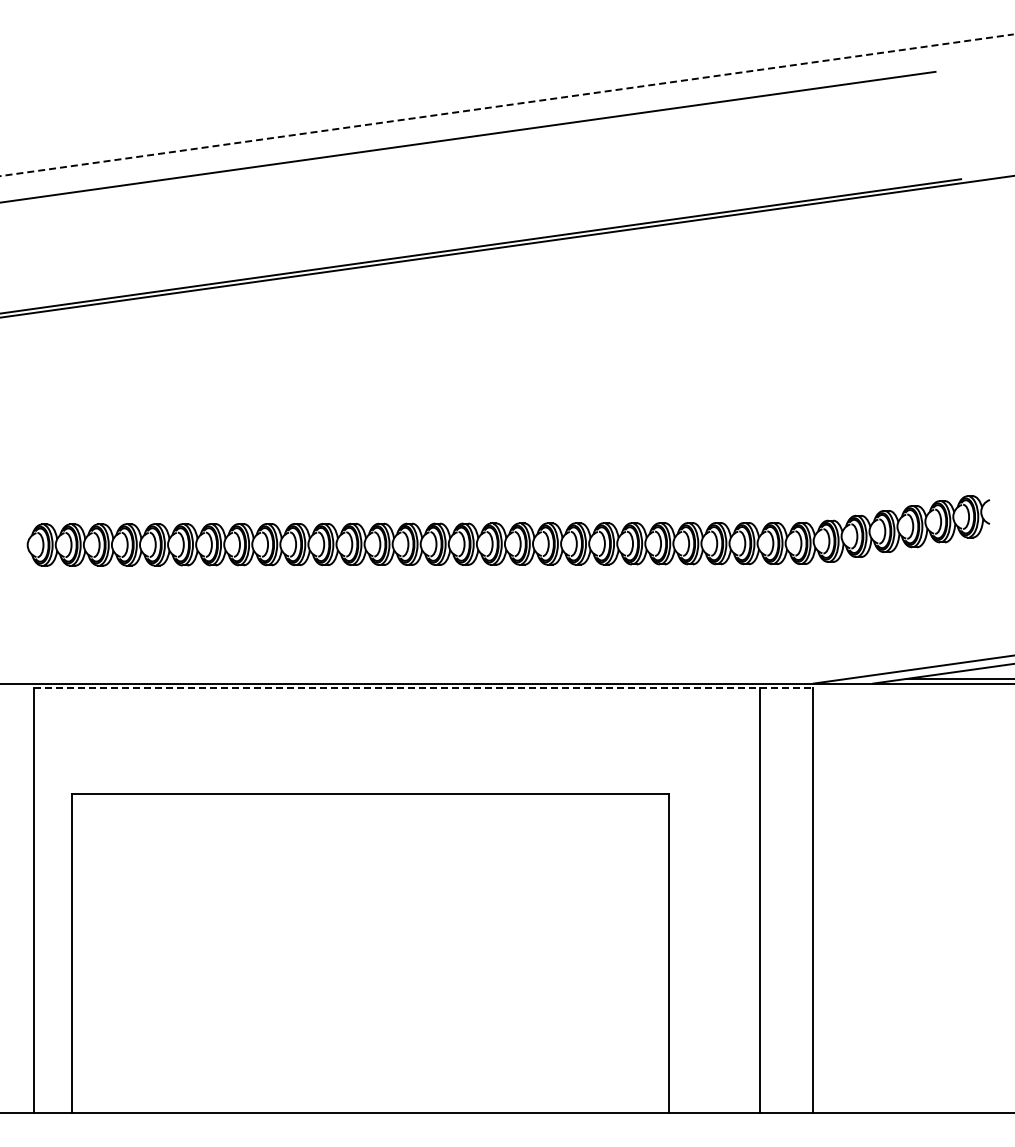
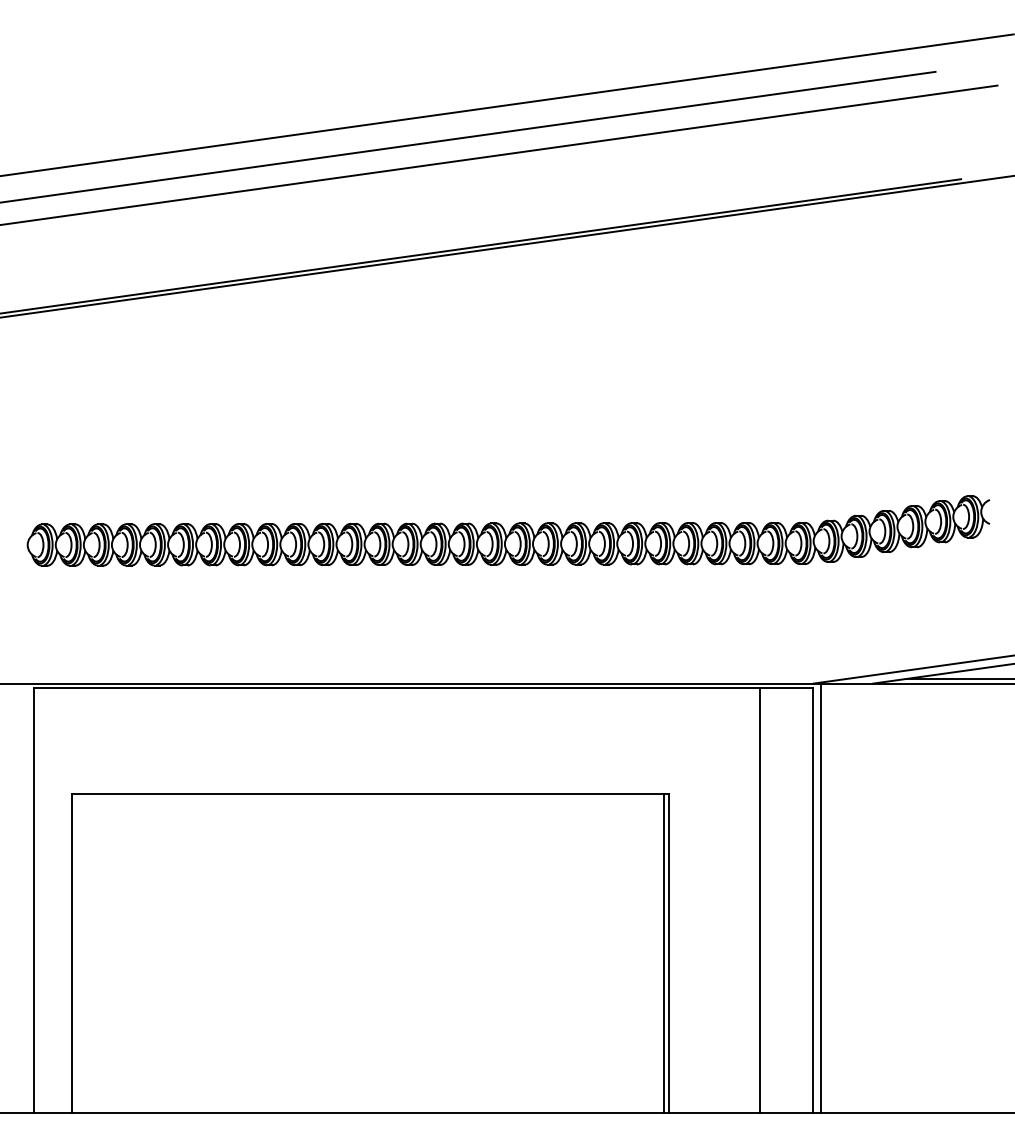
line at (507, 105): dashed -> solid
line at (499, 154): none -> present
line at (423, 688): dashed -> solid
line at (820, 897): none -> present
line at (664, 952): none -> present
